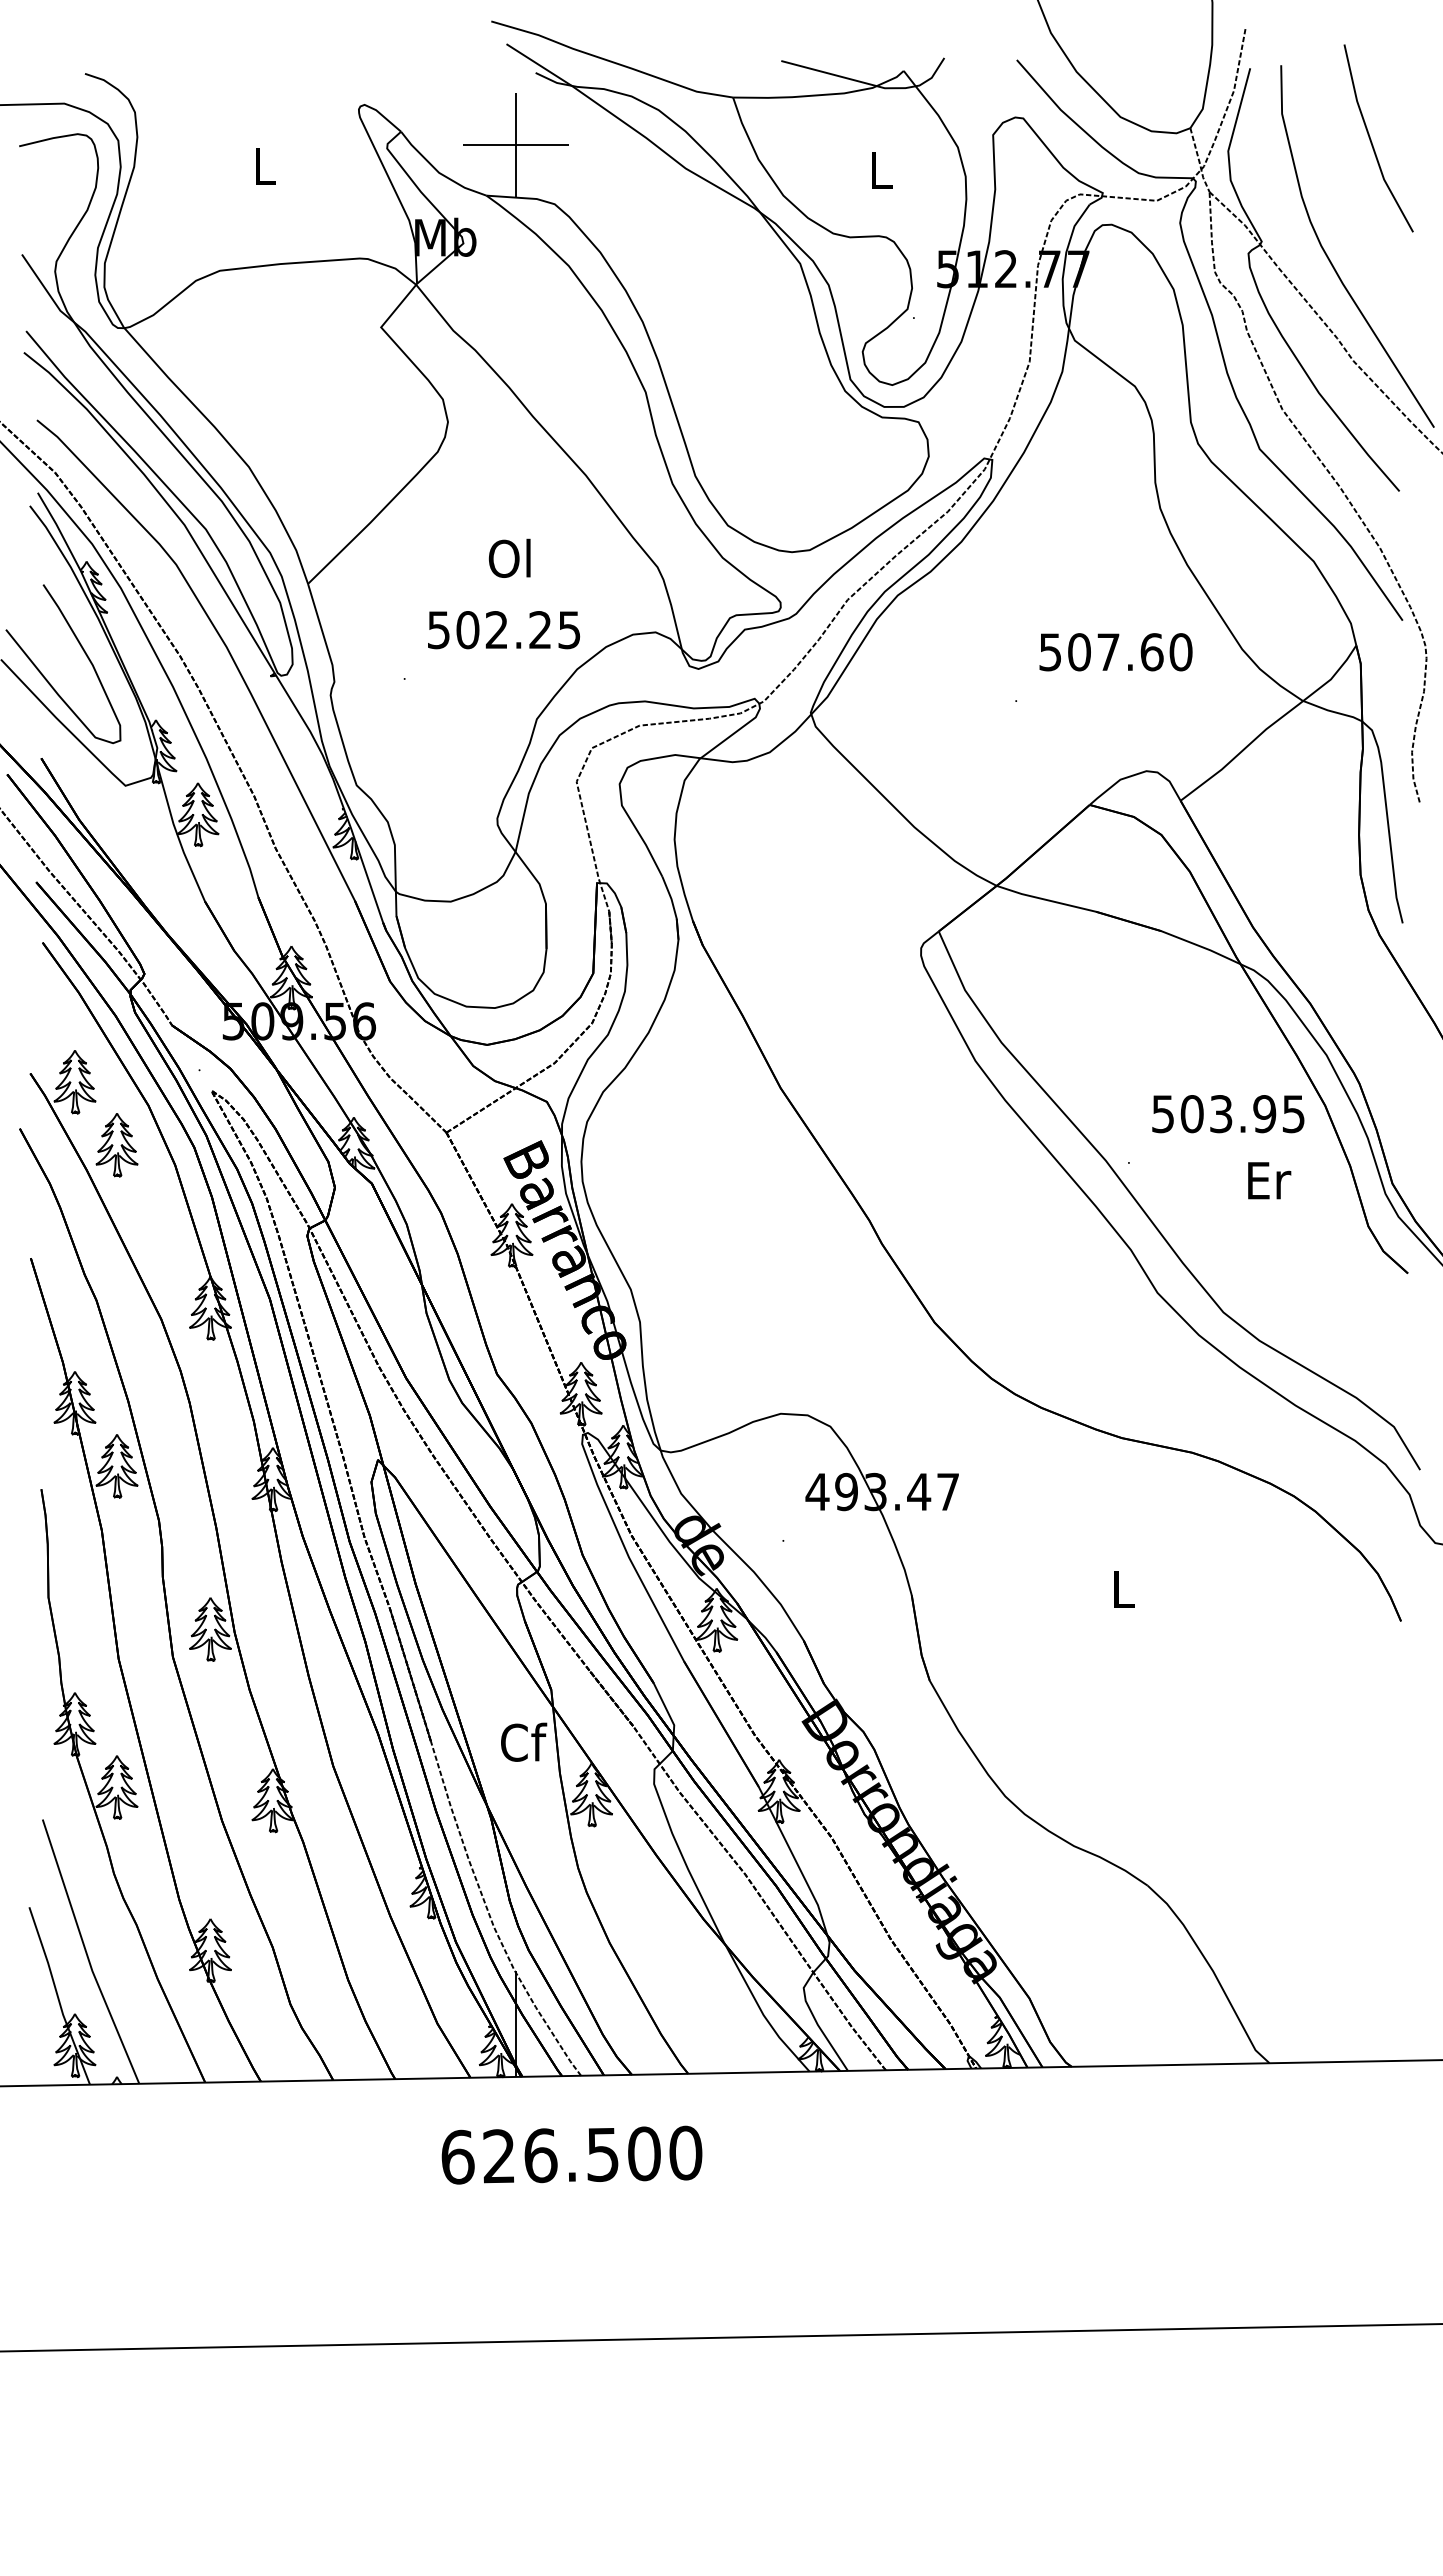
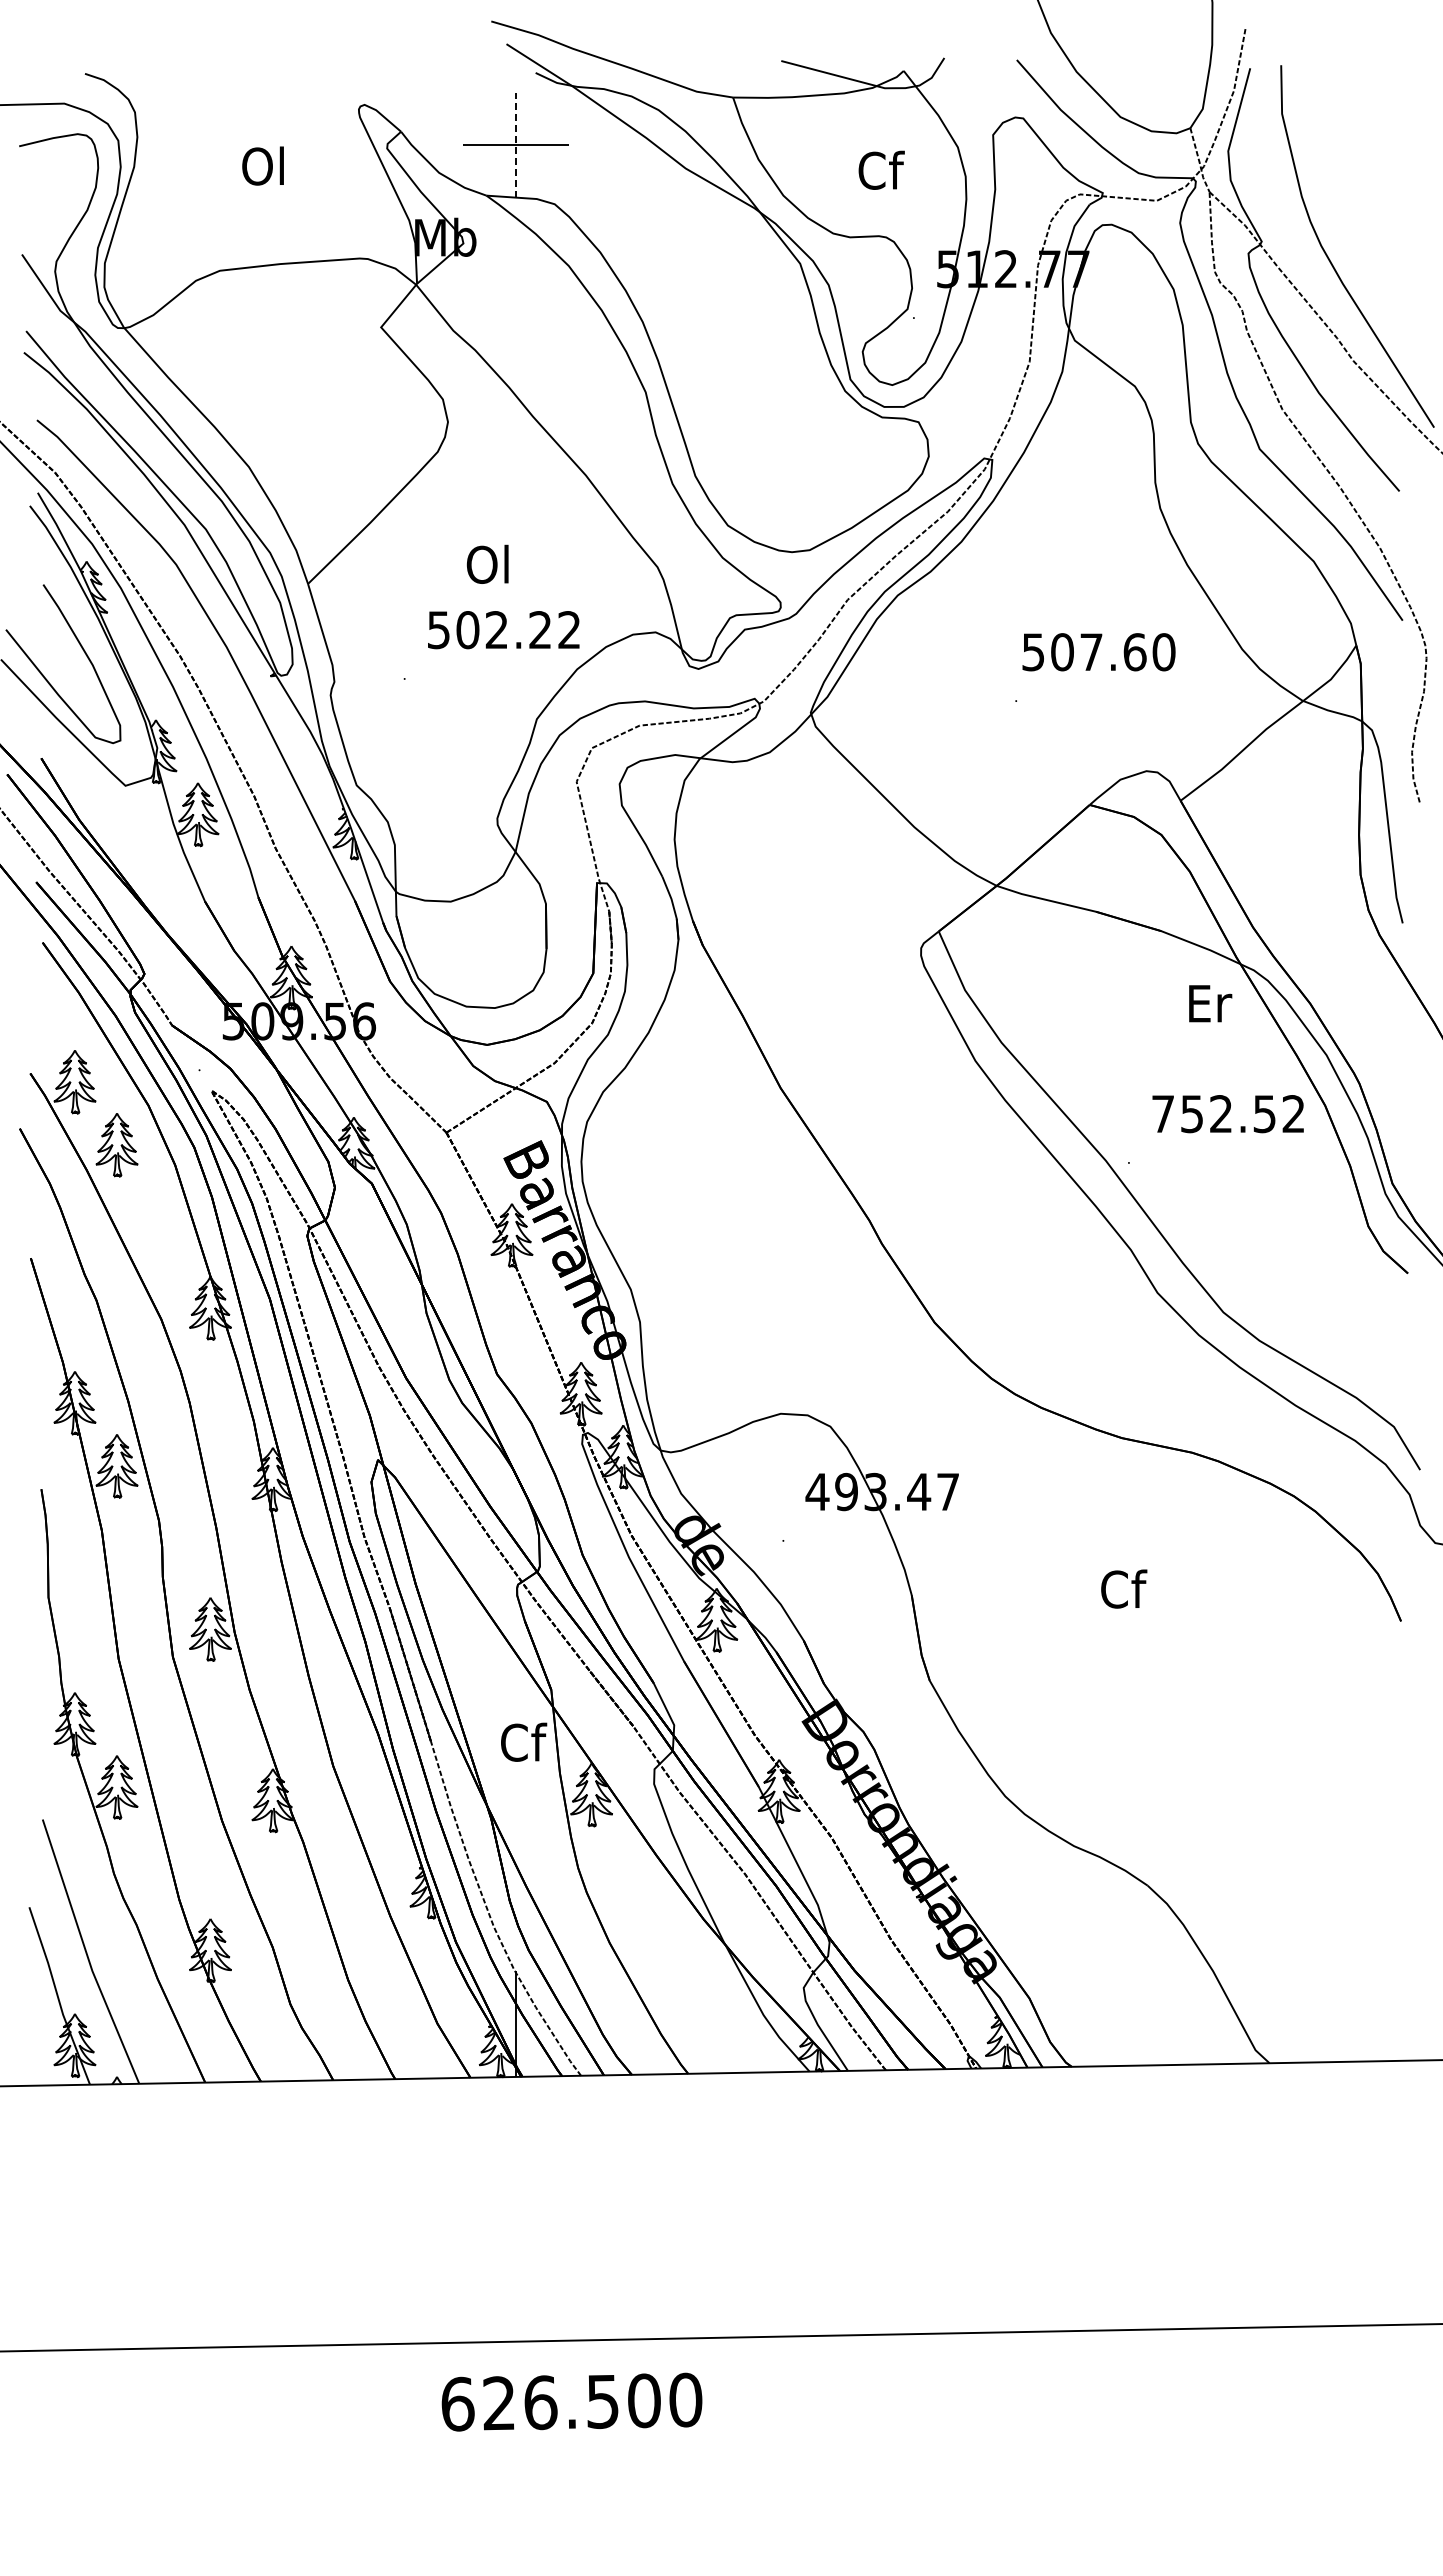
line at (1371, 139): present -> none
line at (516, 145): solid -> dashed
text at (262, 165): L -> Ol
text at (881, 169): L -> Cf
text at (509, 557) position: (509, 557) -> (487, 563)
text at (569, 630): 502.25 -> 502.22
text at (1115, 652) position: (1115, 652) -> (1098, 652)
text at (1228, 1114): 503.95 -> 752.52
text at (1269, 1180) position: (1269, 1180) -> (1210, 1003)
text at (1124, 1588): L -> Cf
text at (571, 2154) position: (571, 2154) -> (571, 2401)
